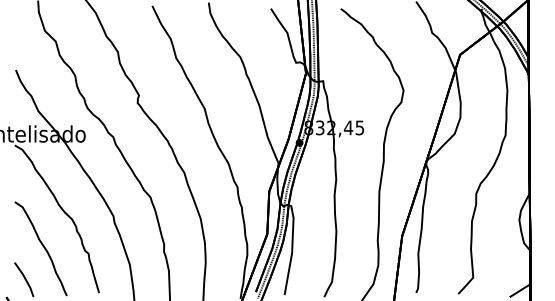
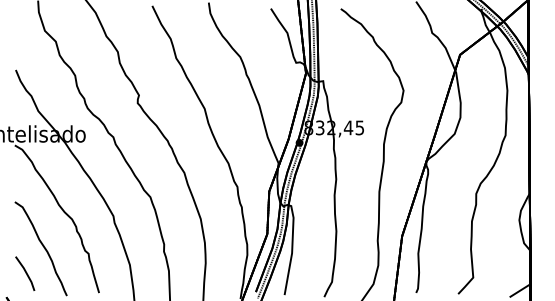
part at (24, 279) position: (24, 279) -> (25, 273)
